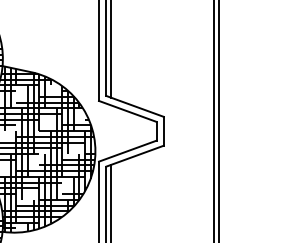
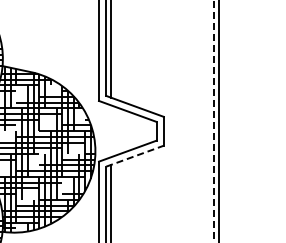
line at (213, 121): solid -> dashed
line at (135, 156): solid -> dashed
